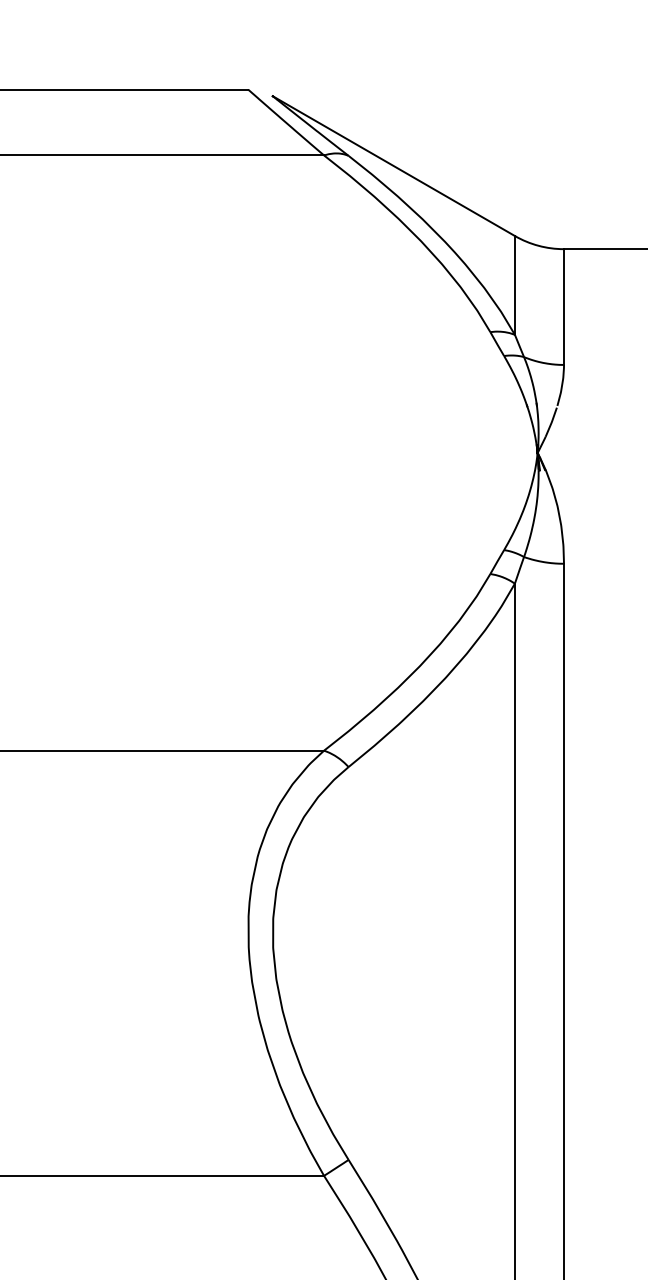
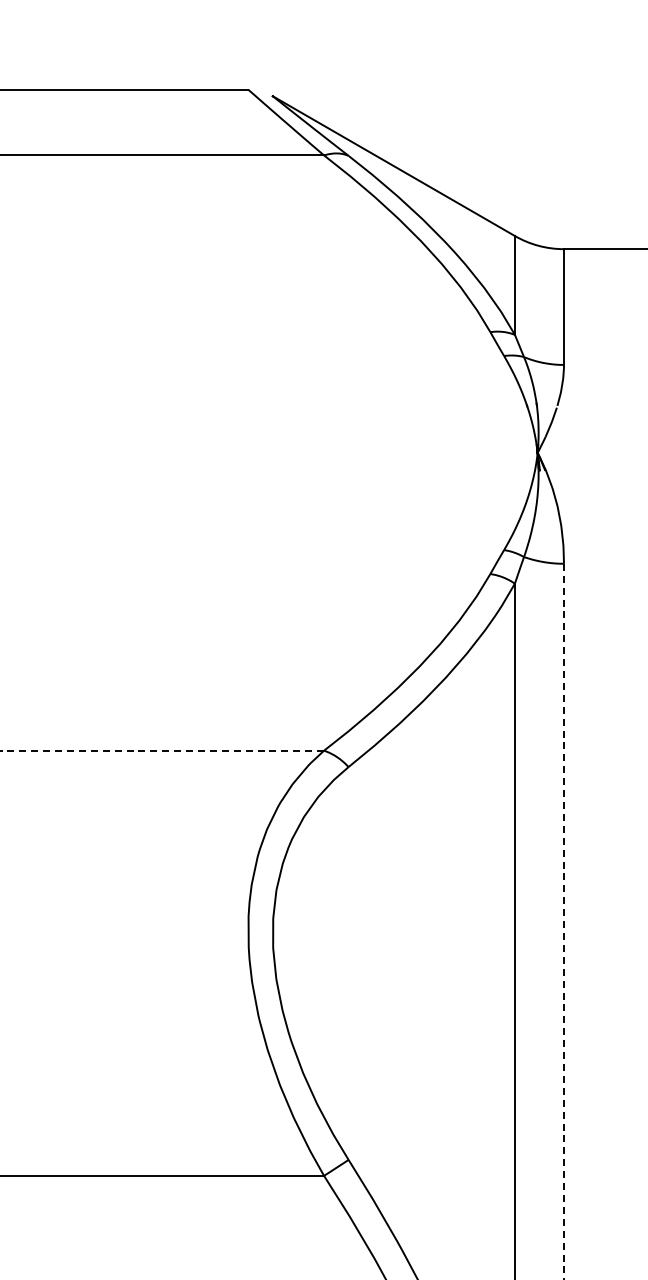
line at (162, 750): solid -> dashed
line at (564, 921): solid -> dashed
